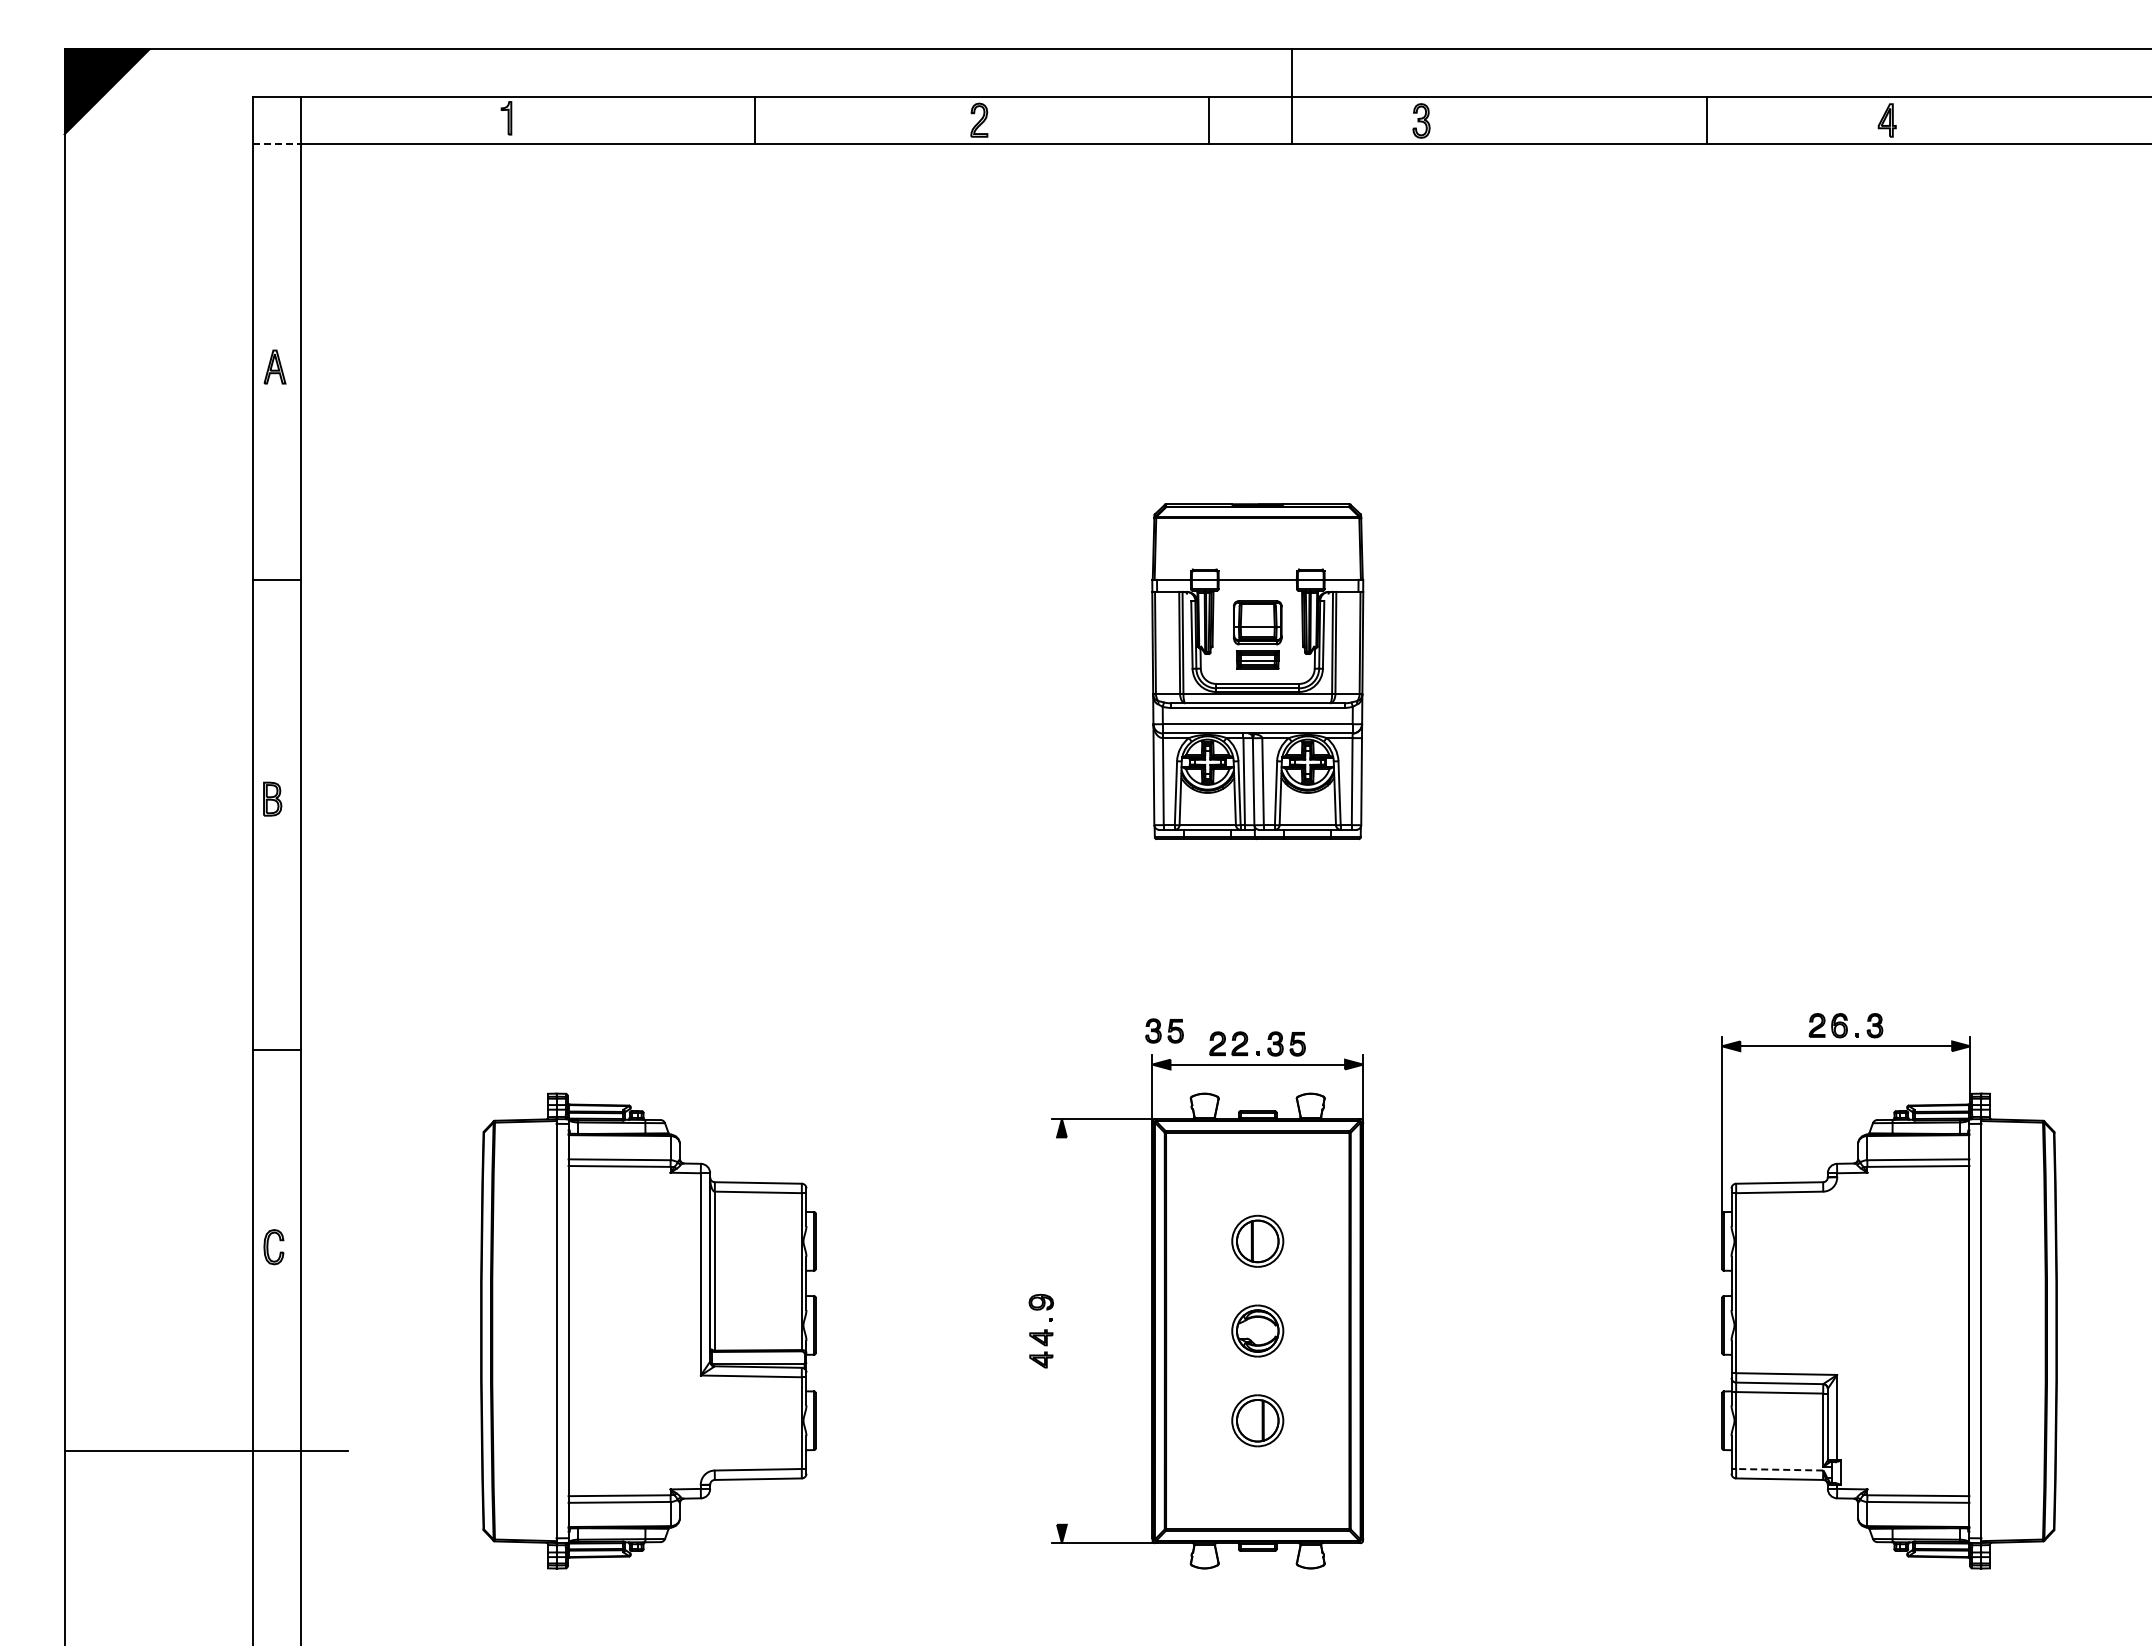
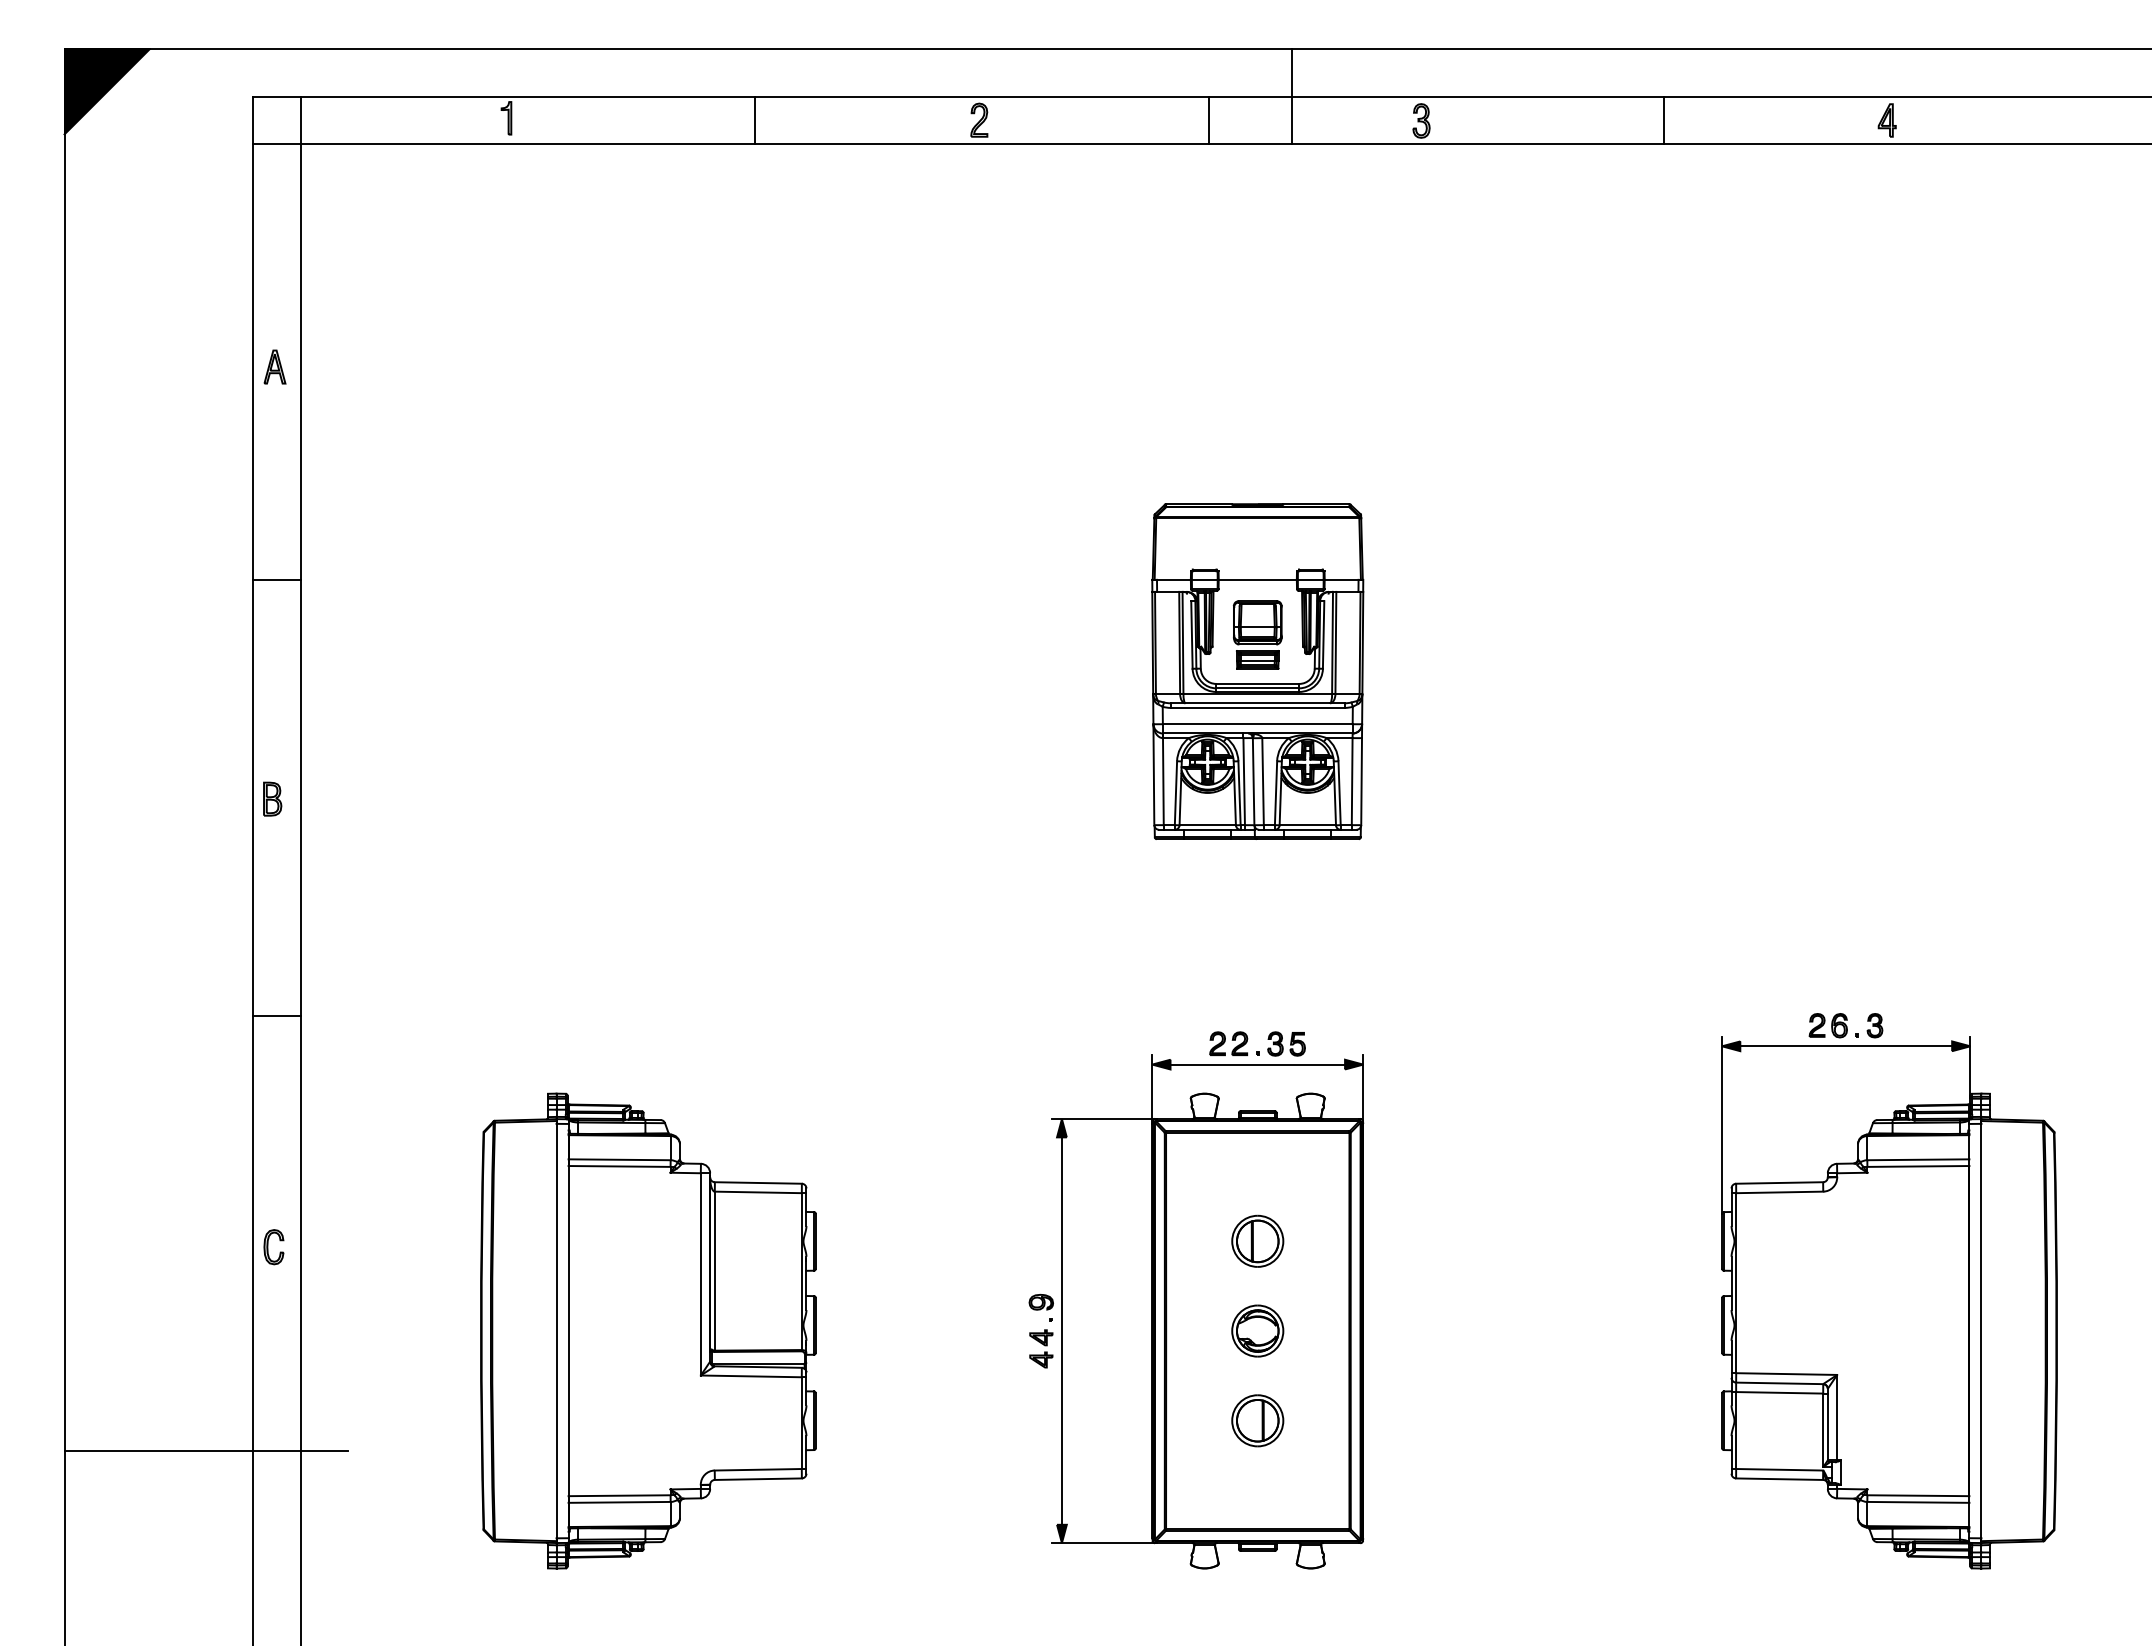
line at (1706, 119) position: (1706, 119) -> (1663, 119)
line at (276, 143): dashed -> solid
part at (1164, 1030): present -> none
line at (276, 1049) position: (276, 1049) -> (276, 1015)
line at (1061, 1330): none -> present
line at (1779, 1469): dashed -> solid
